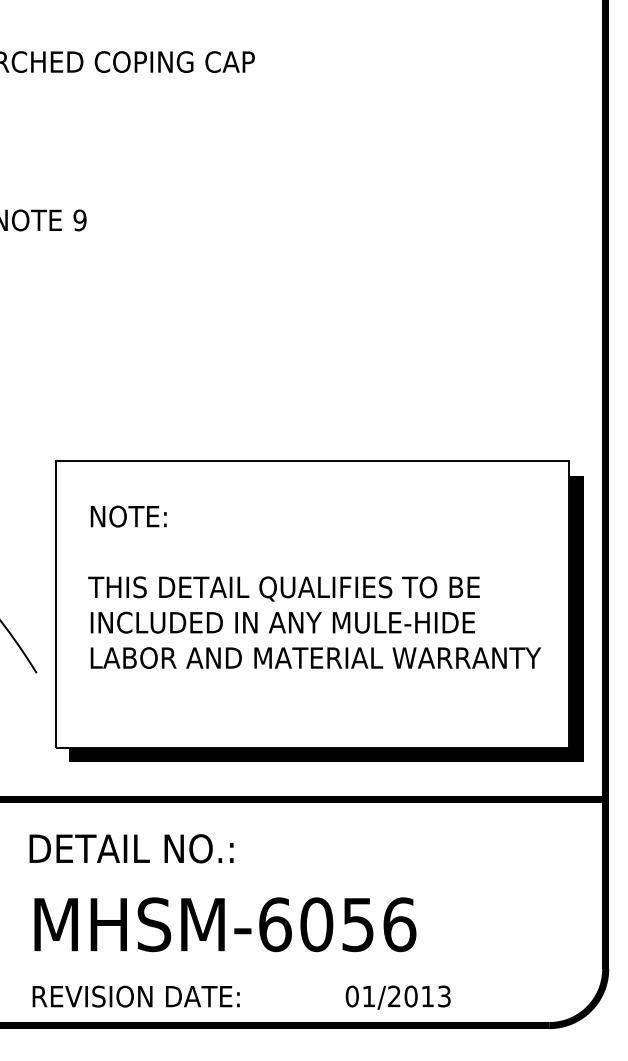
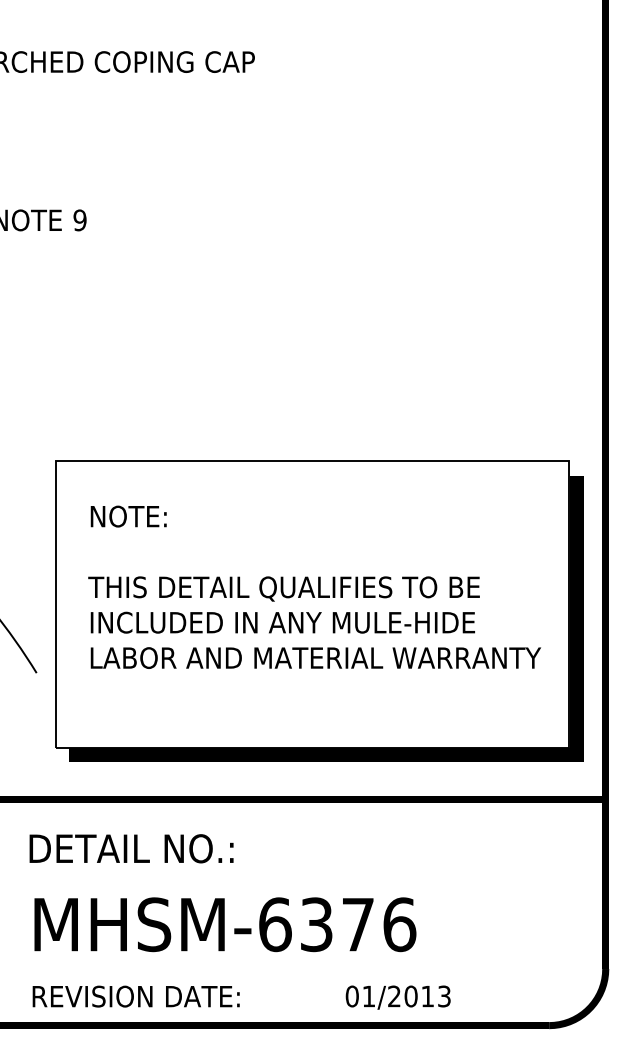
text at (336, 924): MHSM-6056 -> MHSM-6376
